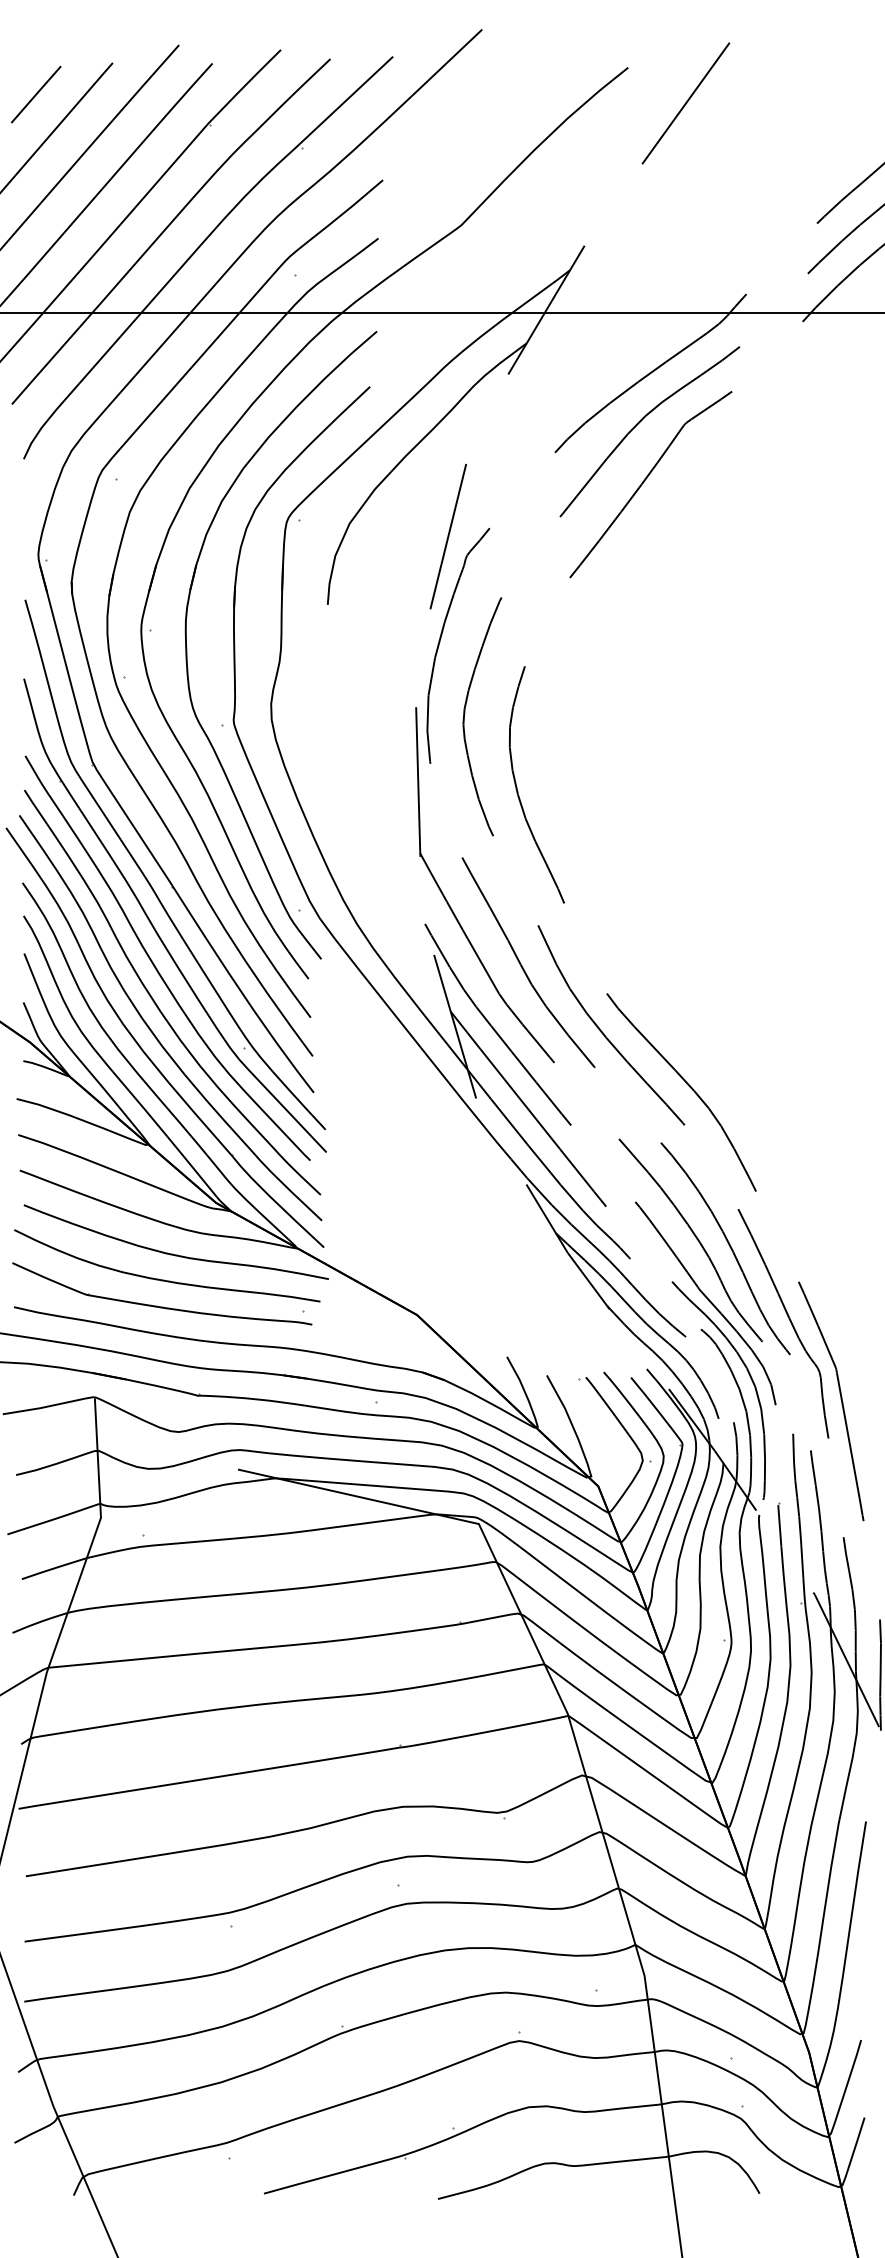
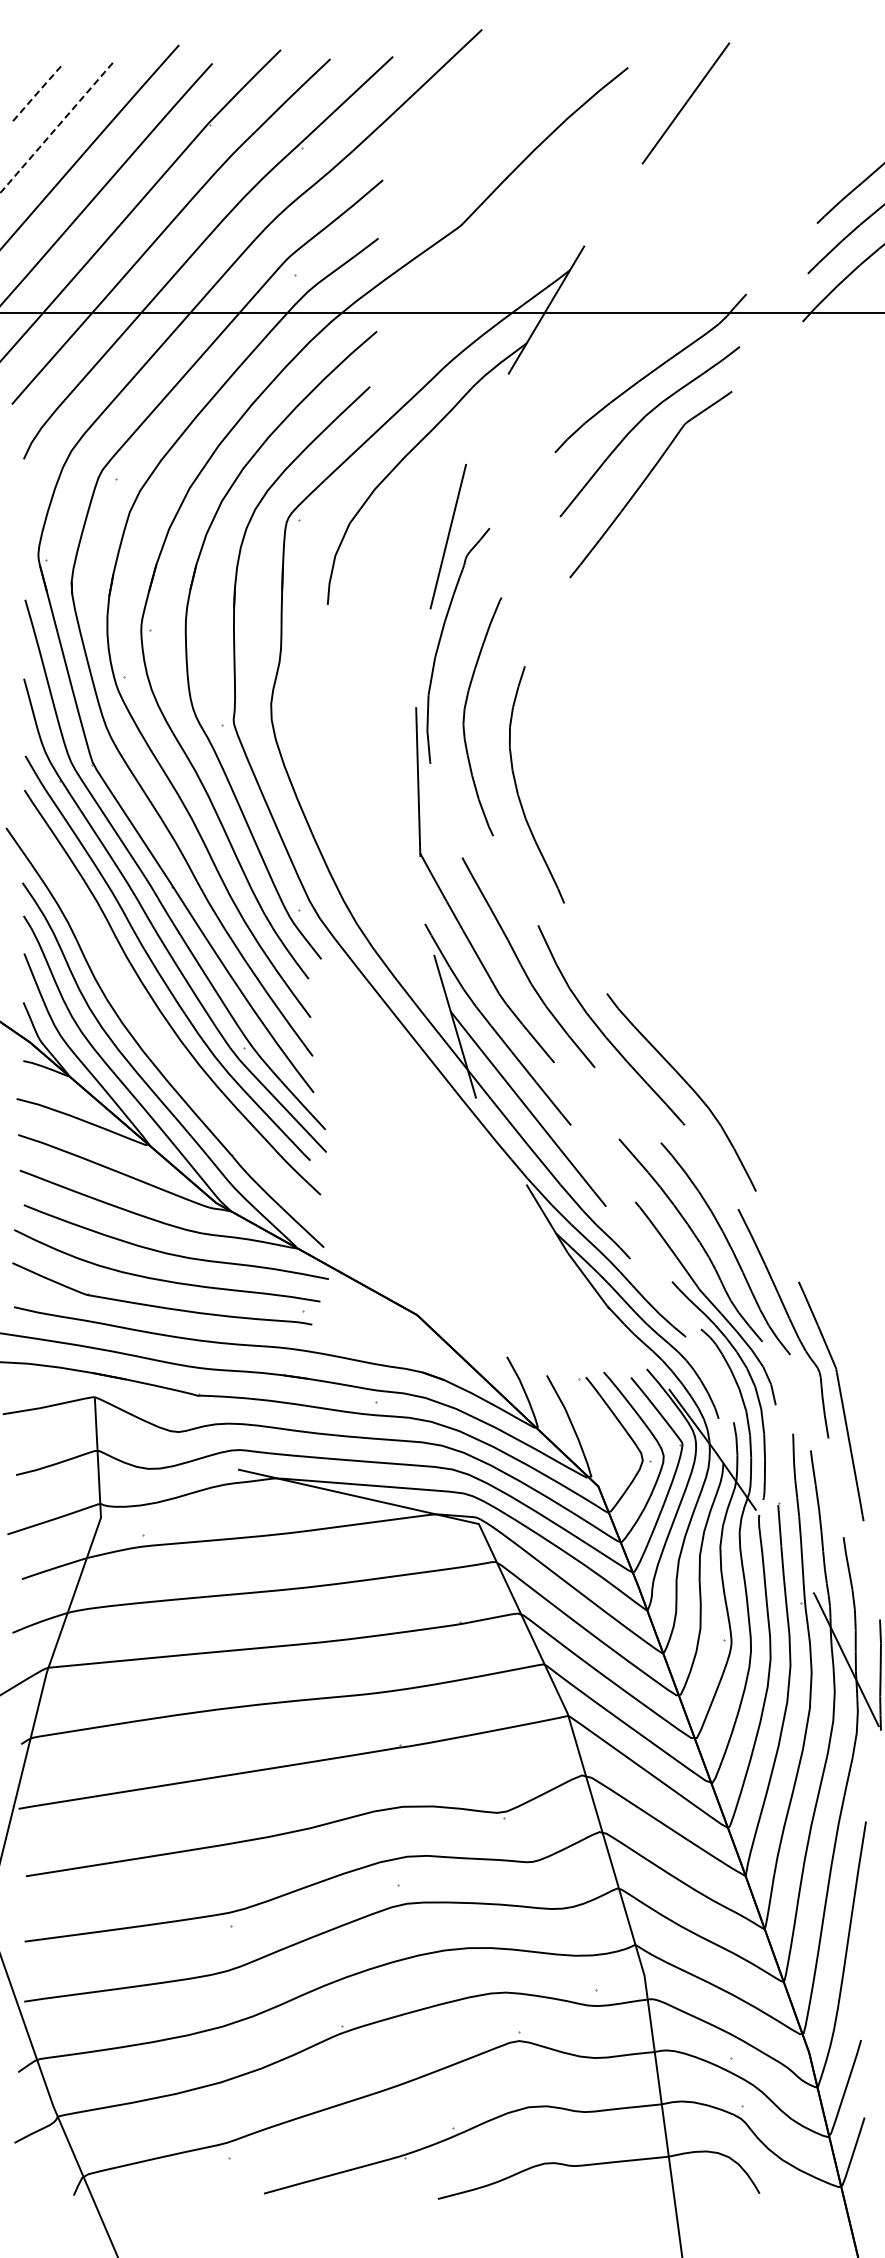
line at (36, 94): solid -> dashed
line at (56, 127): solid -> dashed
curve at (152, 1030): present -> none
